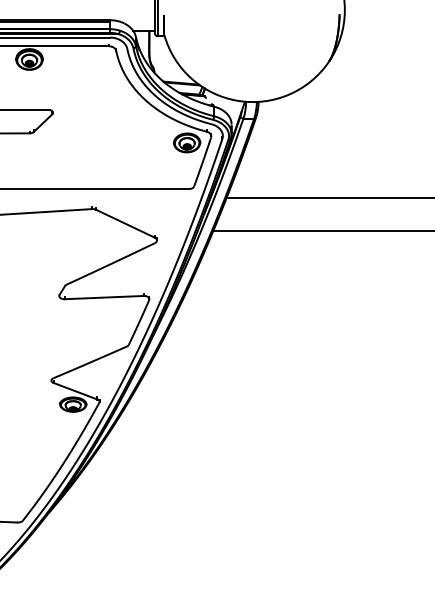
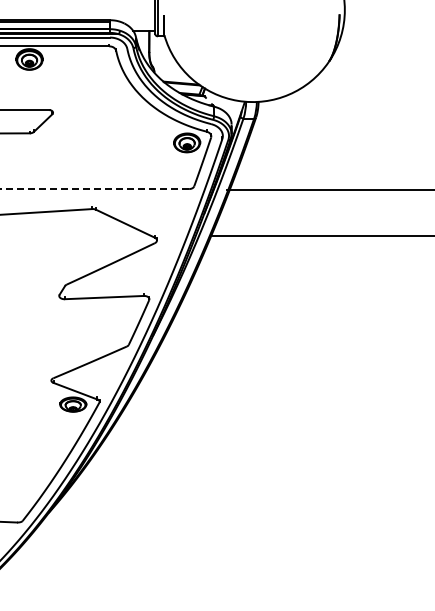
line at (94, 189): solid -> dashed
line at (328, 197) position: (328, 197) -> (328, 189)
line at (322, 230) position: (322, 230) -> (322, 235)
